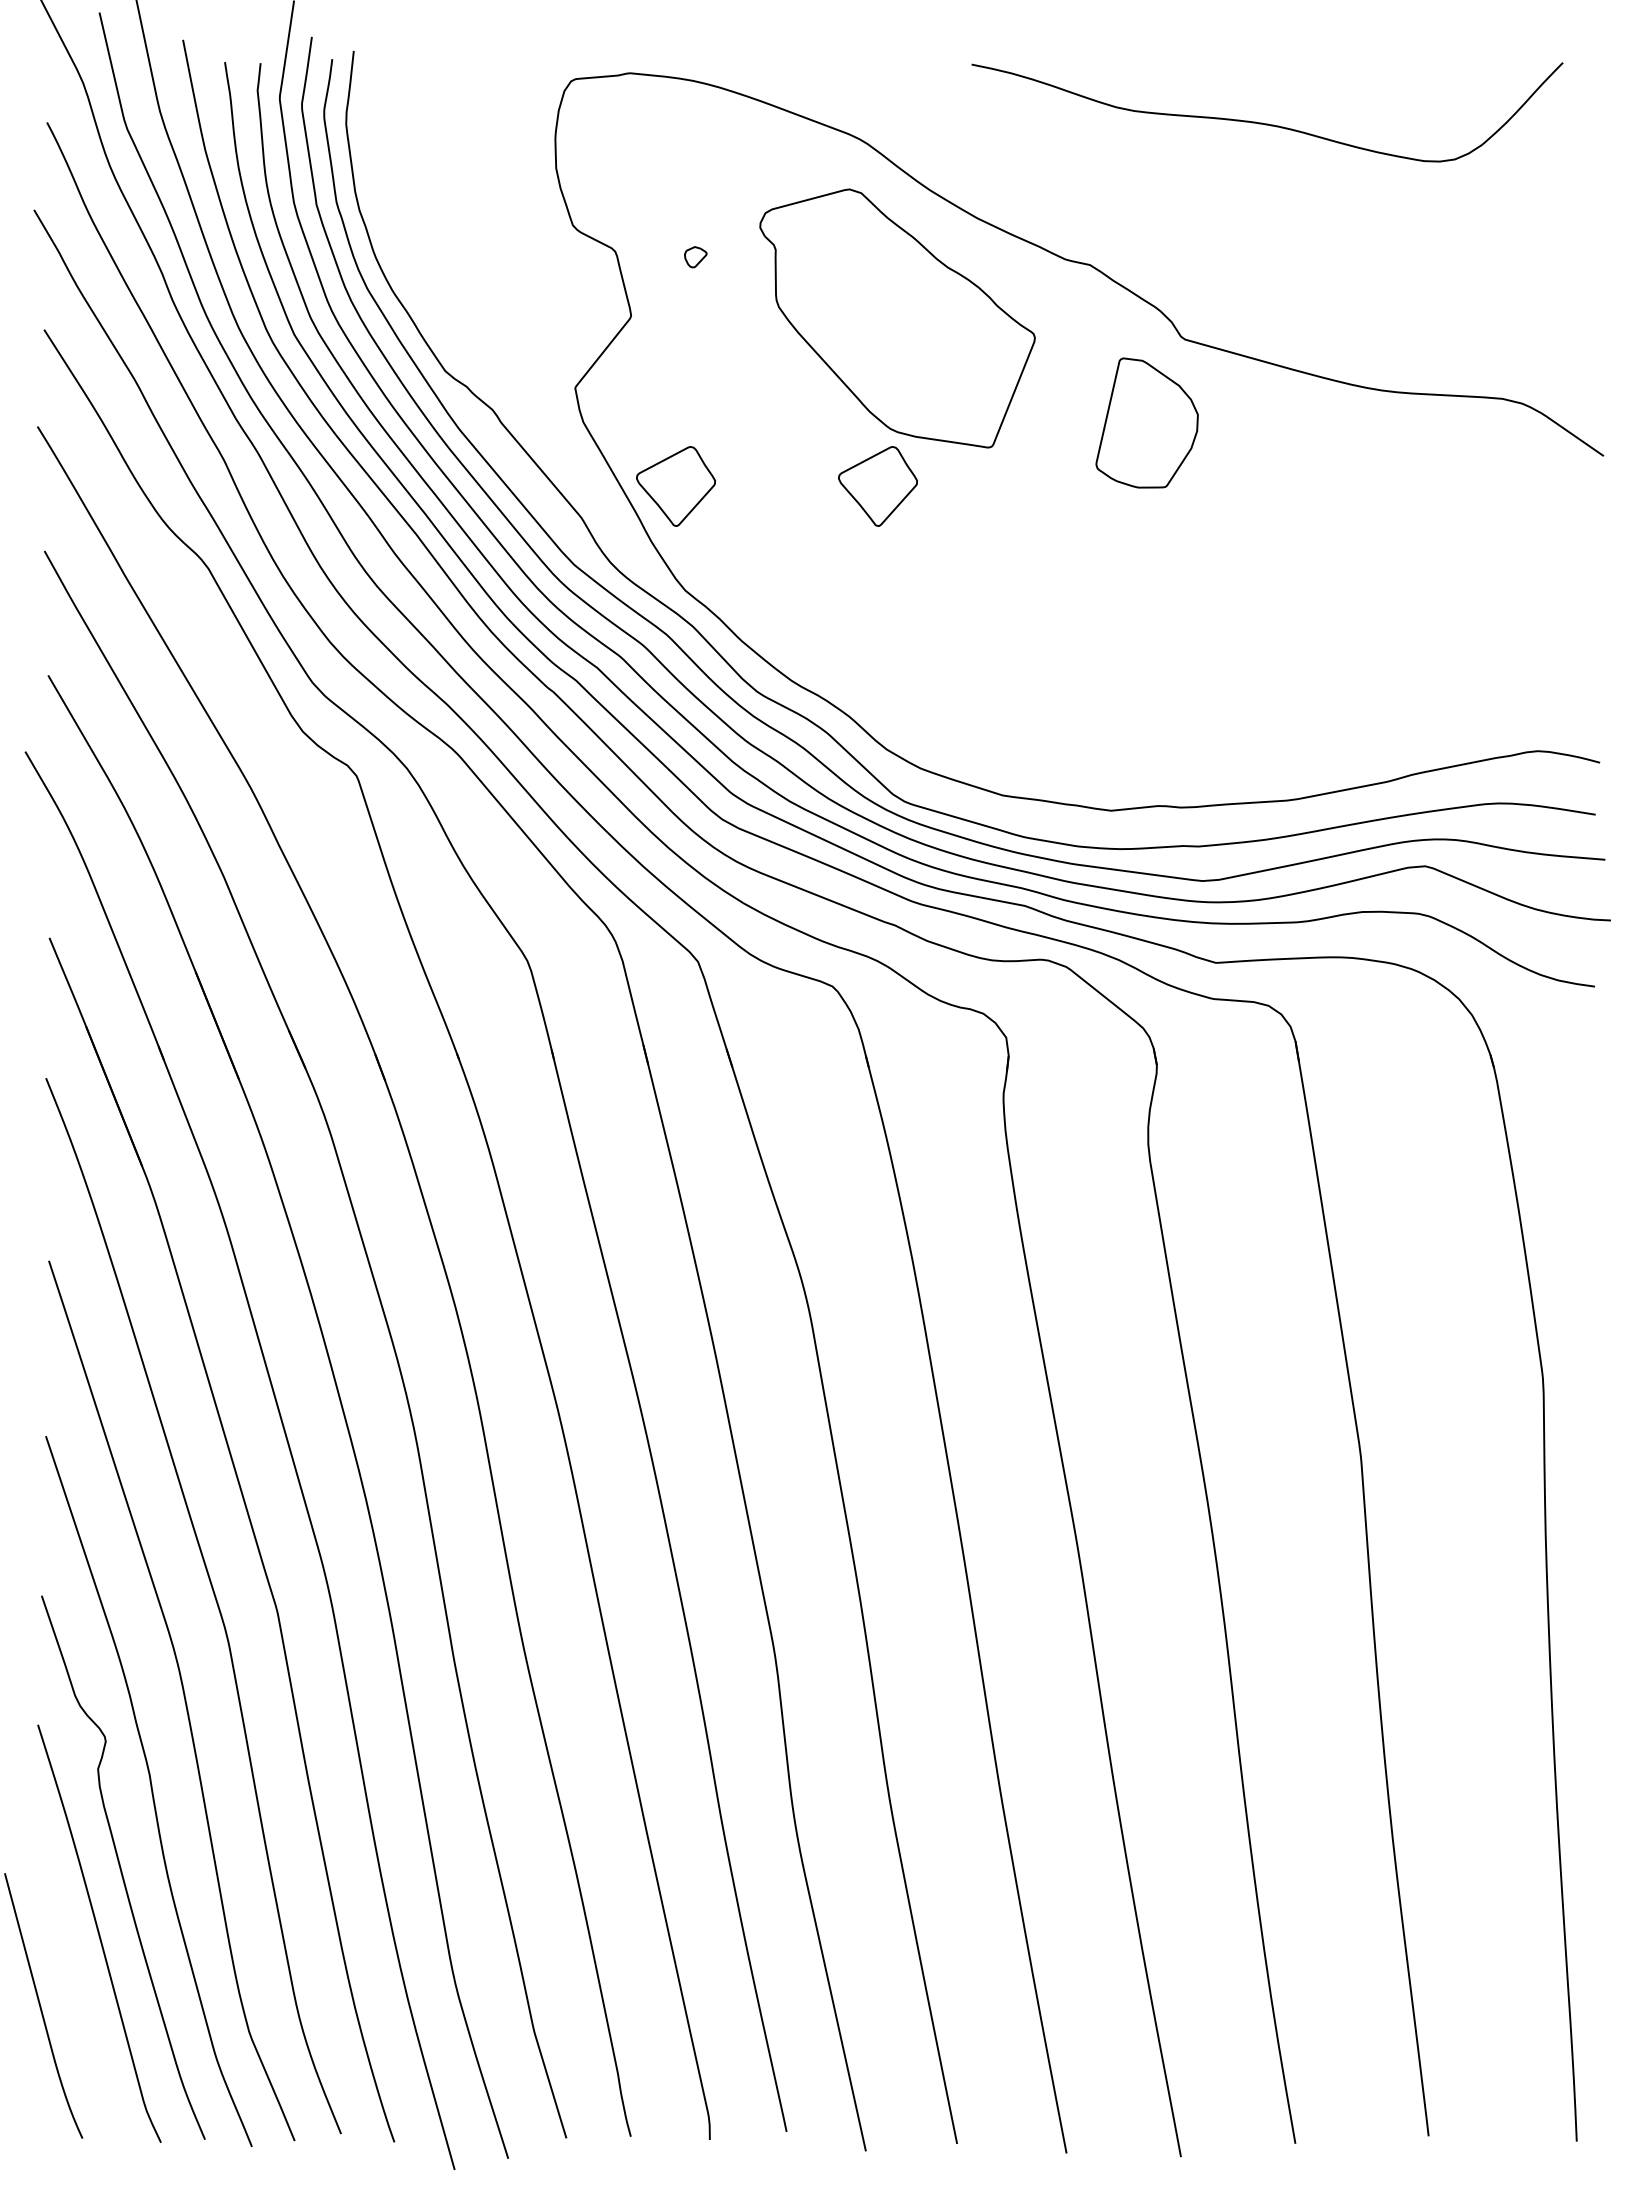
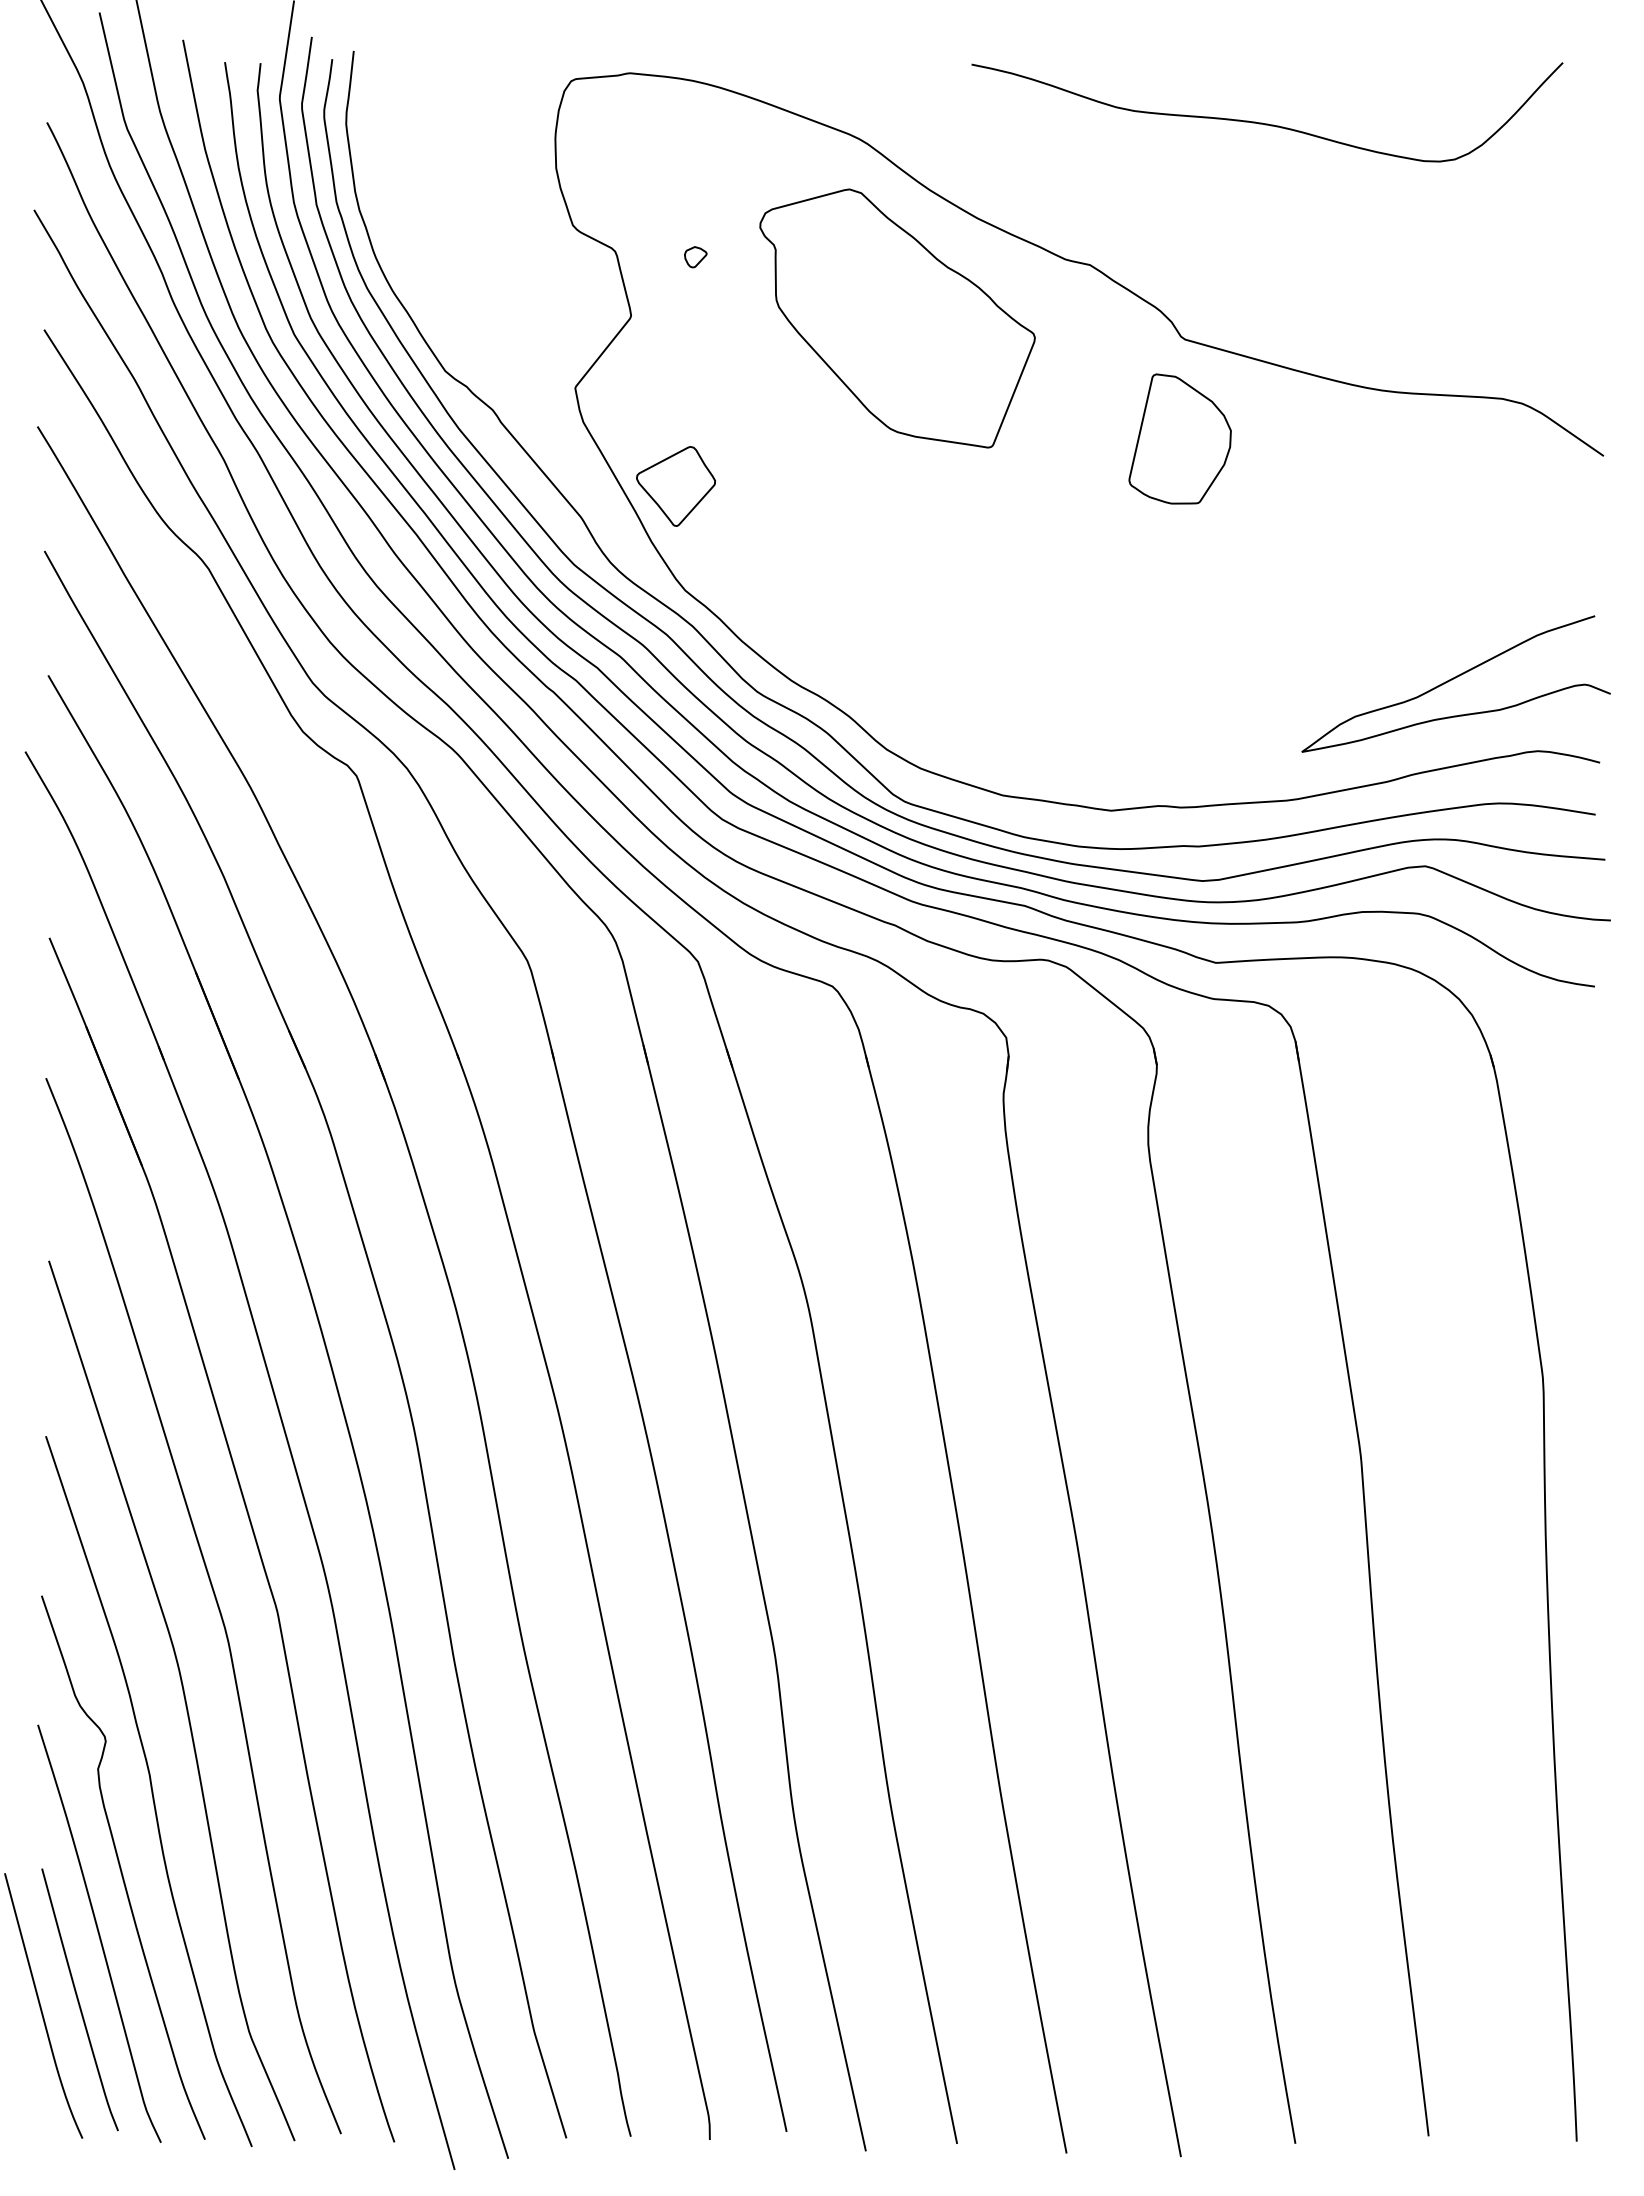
part at (1146, 422) position: (1146, 422) -> (1179, 438)
part at (877, 486): present -> none
curve at (1452, 680): none -> present
curve at (78, 1999): none -> present
